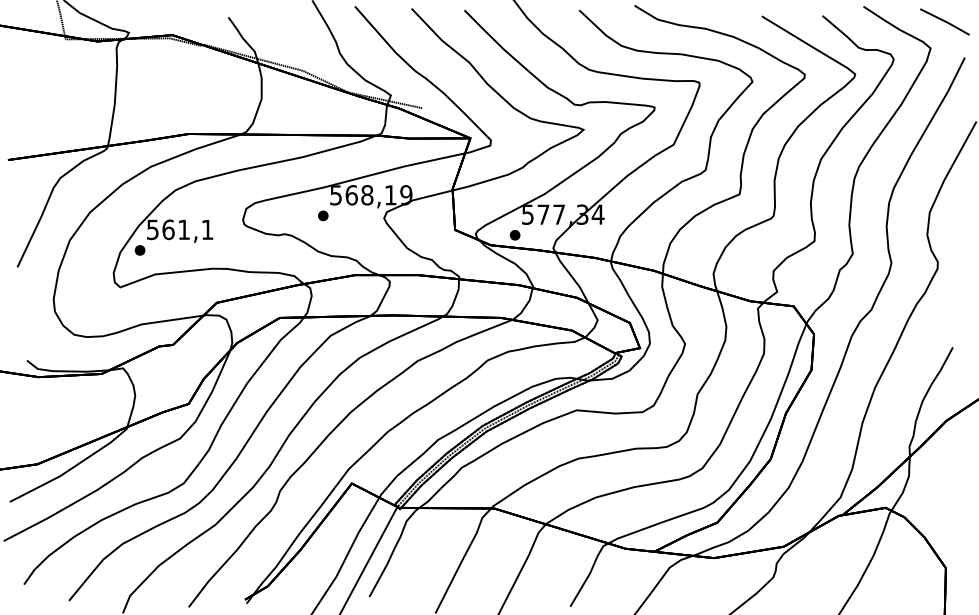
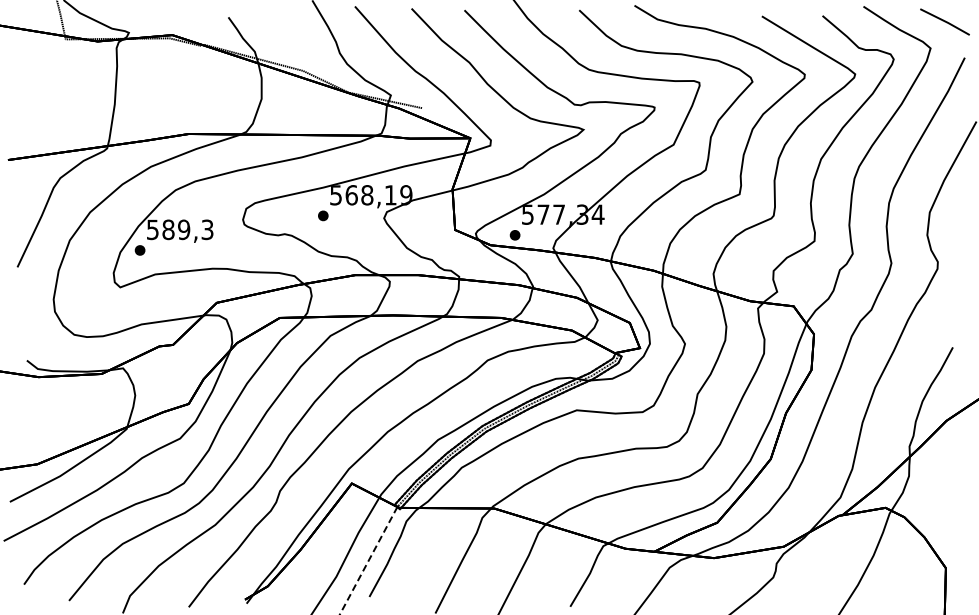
text at (187, 229): 561,1 -> 589,3
line at (368, 560): solid -> dashed
